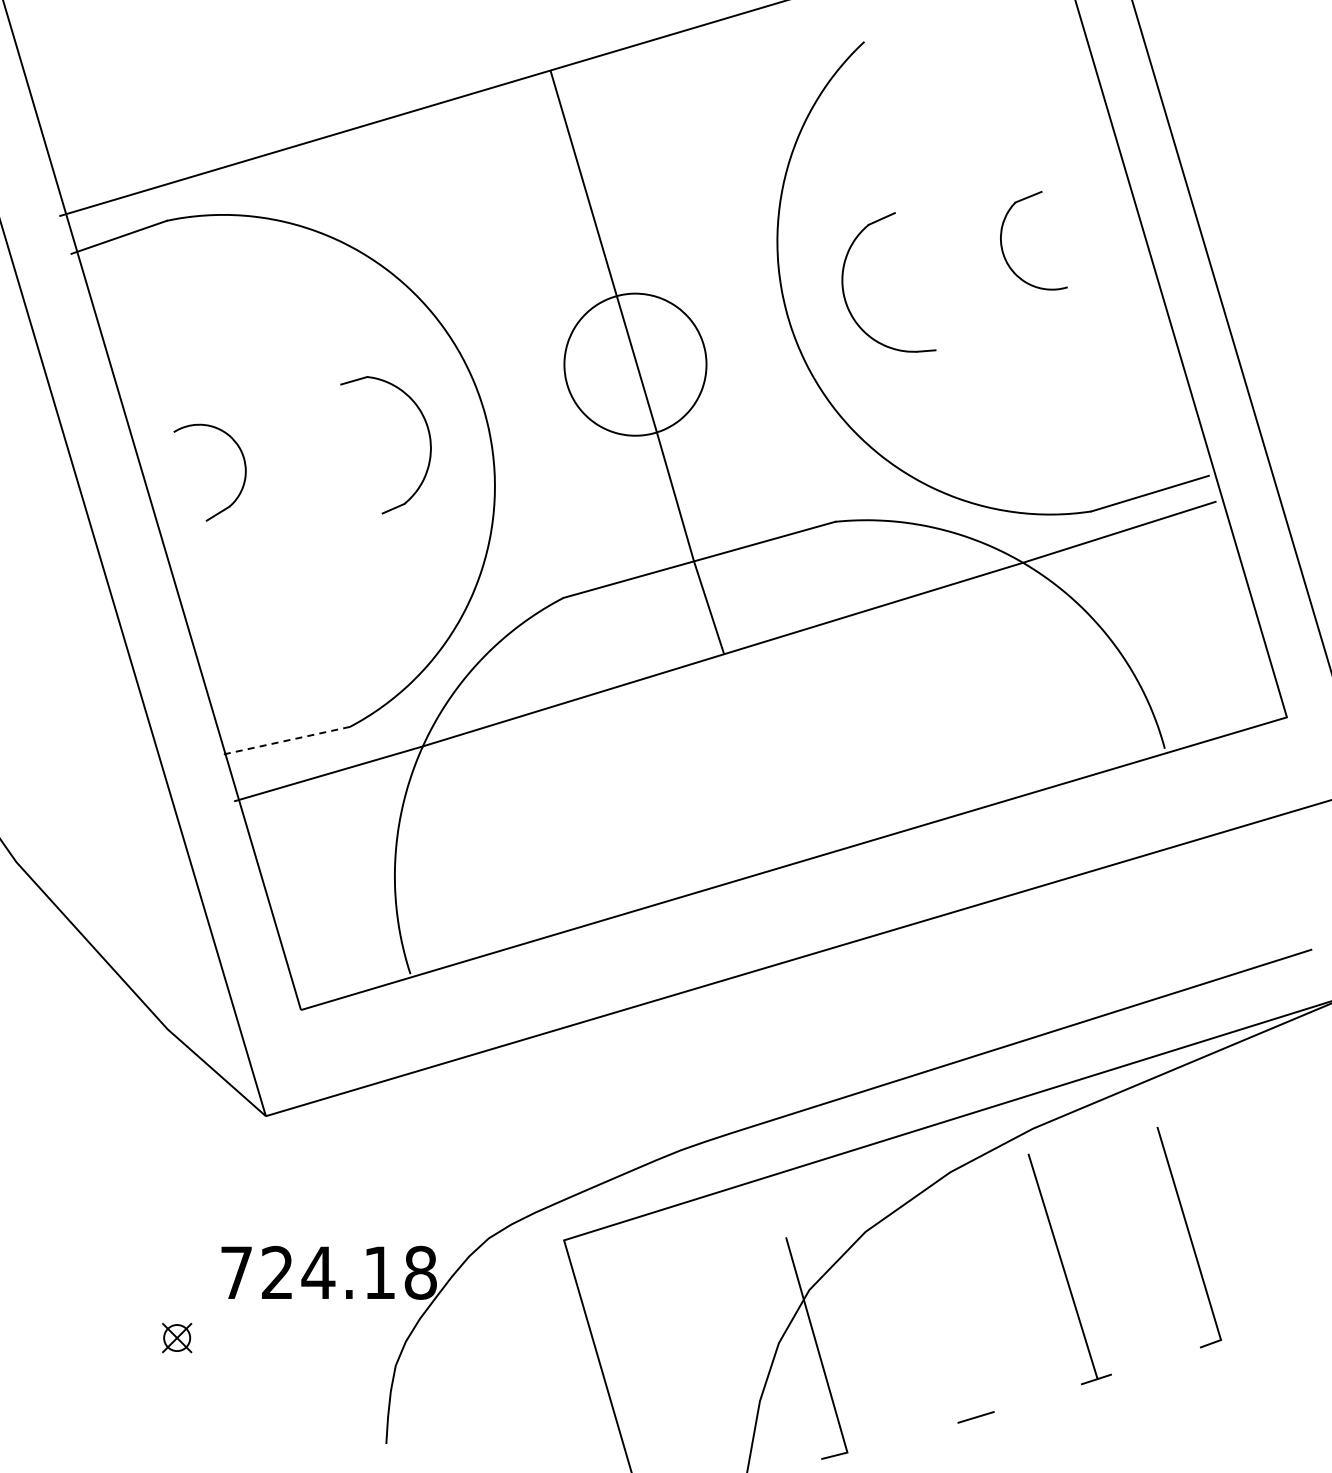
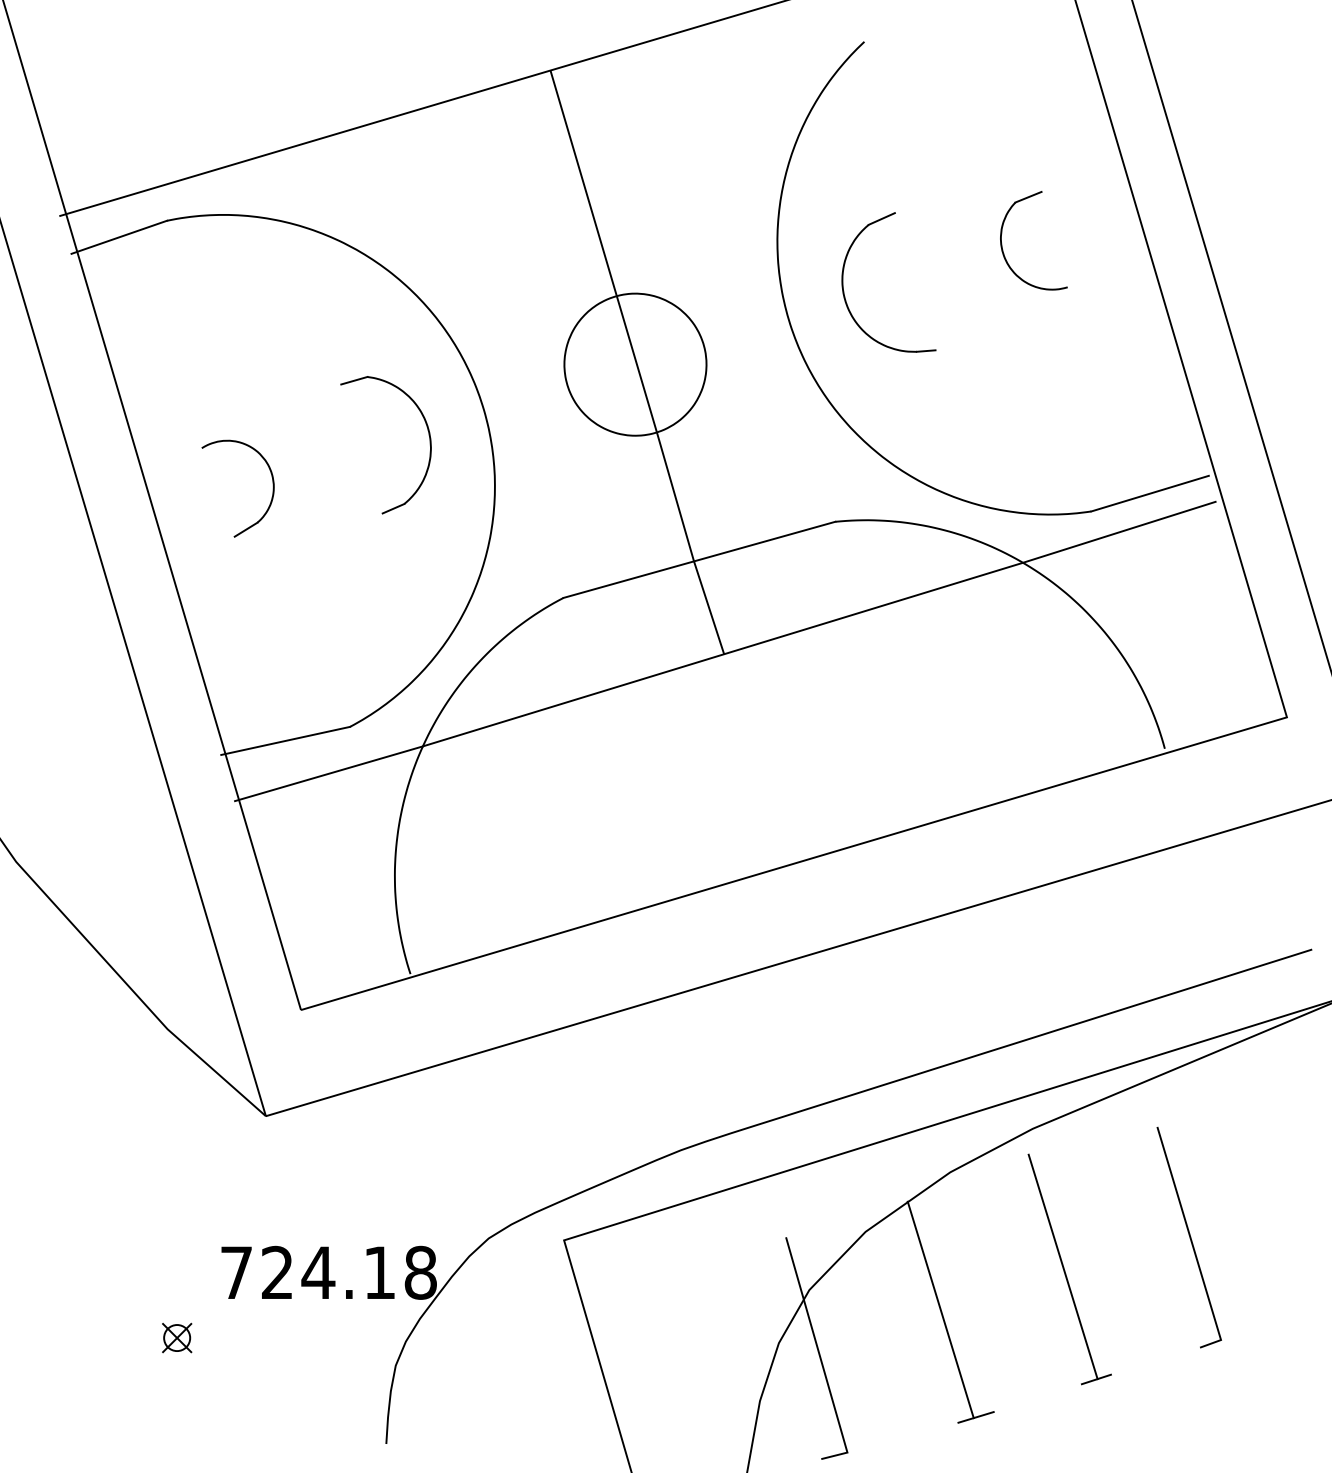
part at (244, 472) position: (244, 472) -> (272, 488)
line at (285, 740): dashed -> solid
line at (940, 1309): none -> present
